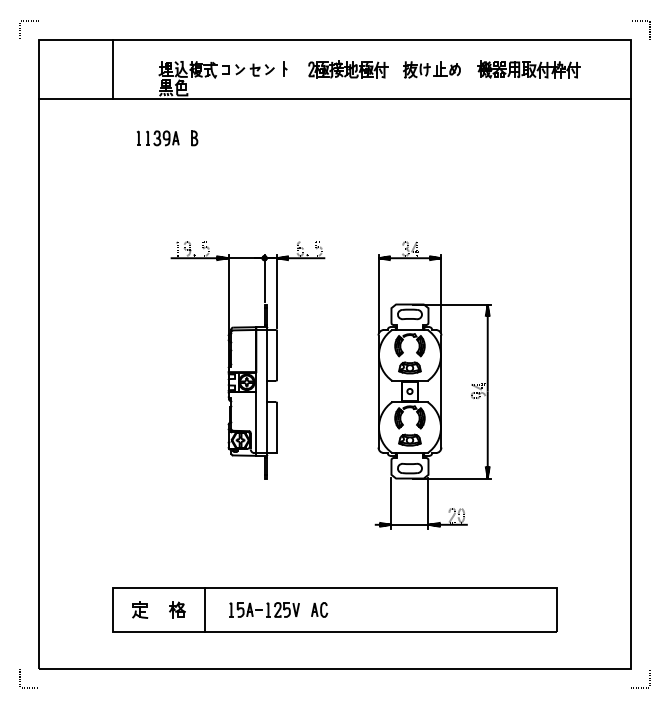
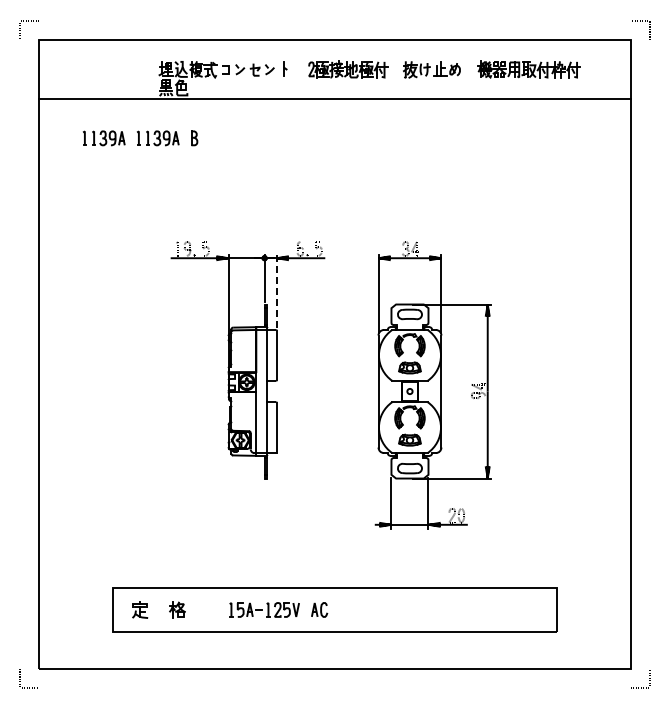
line at (112, 69): present -> none
part at (103, 138): none -> present
line at (276, 291): solid -> dashed
line at (205, 609): present -> none
